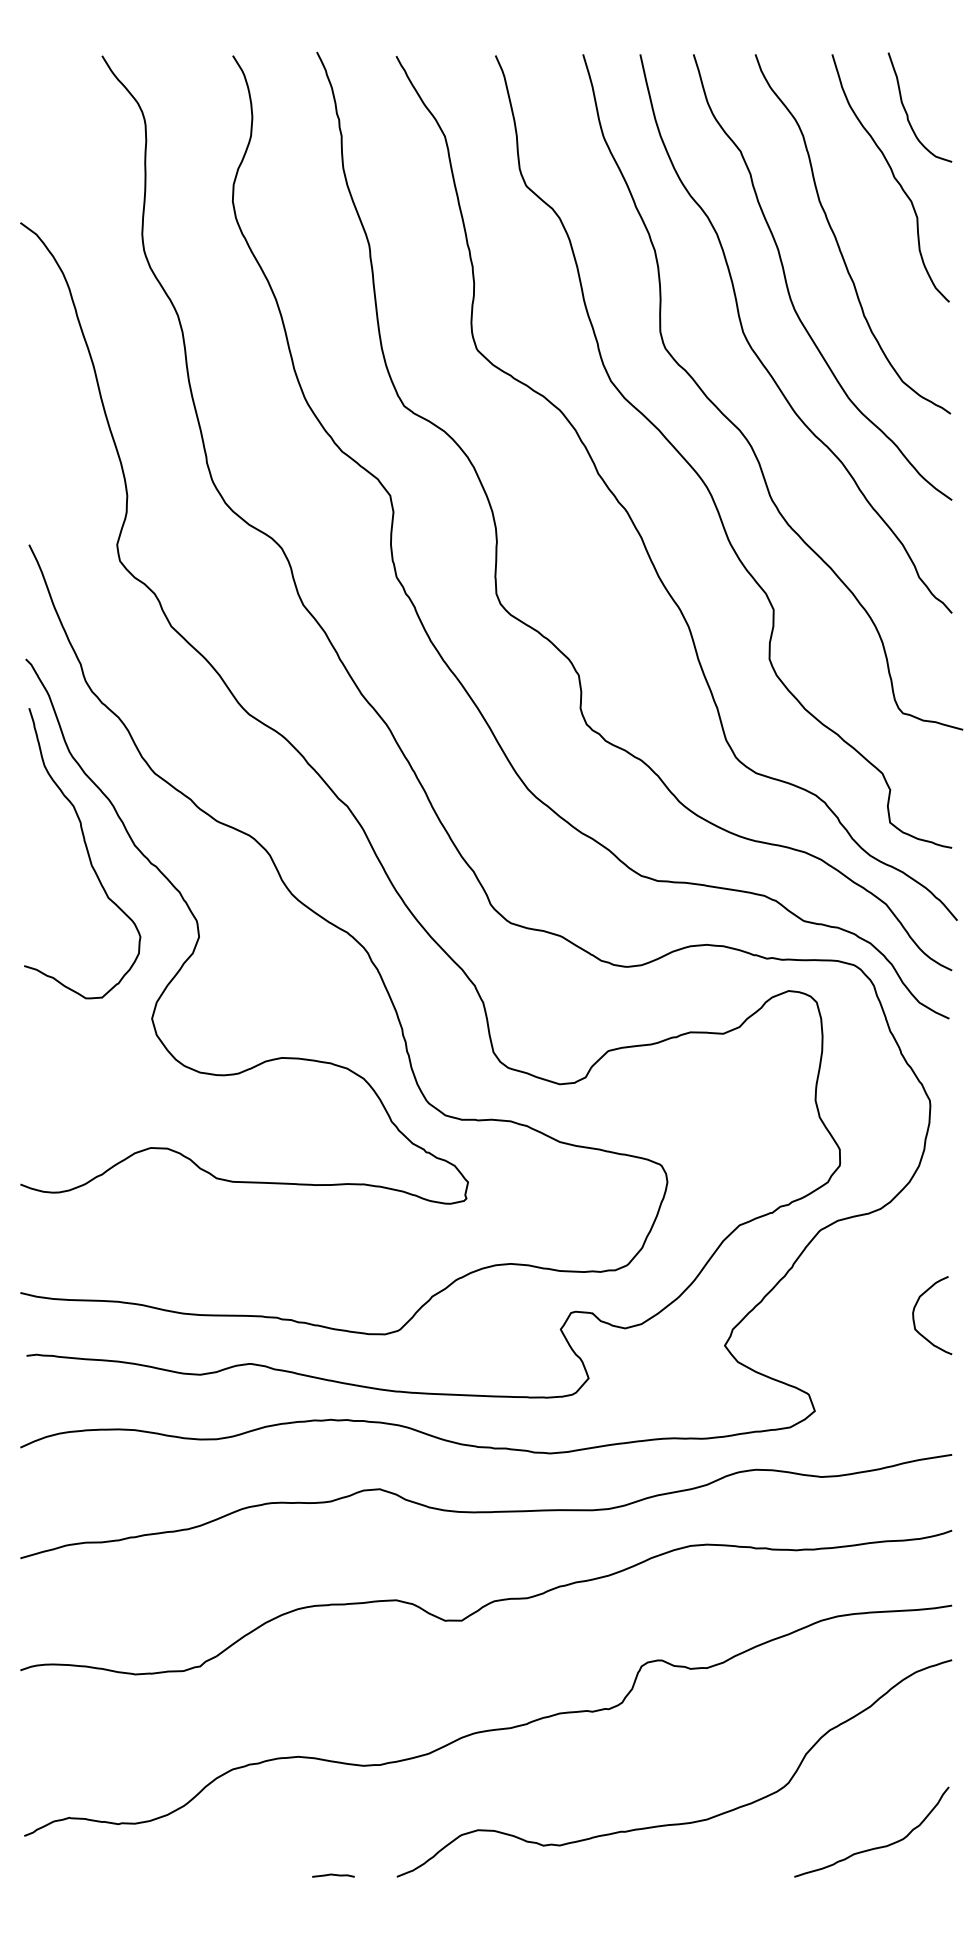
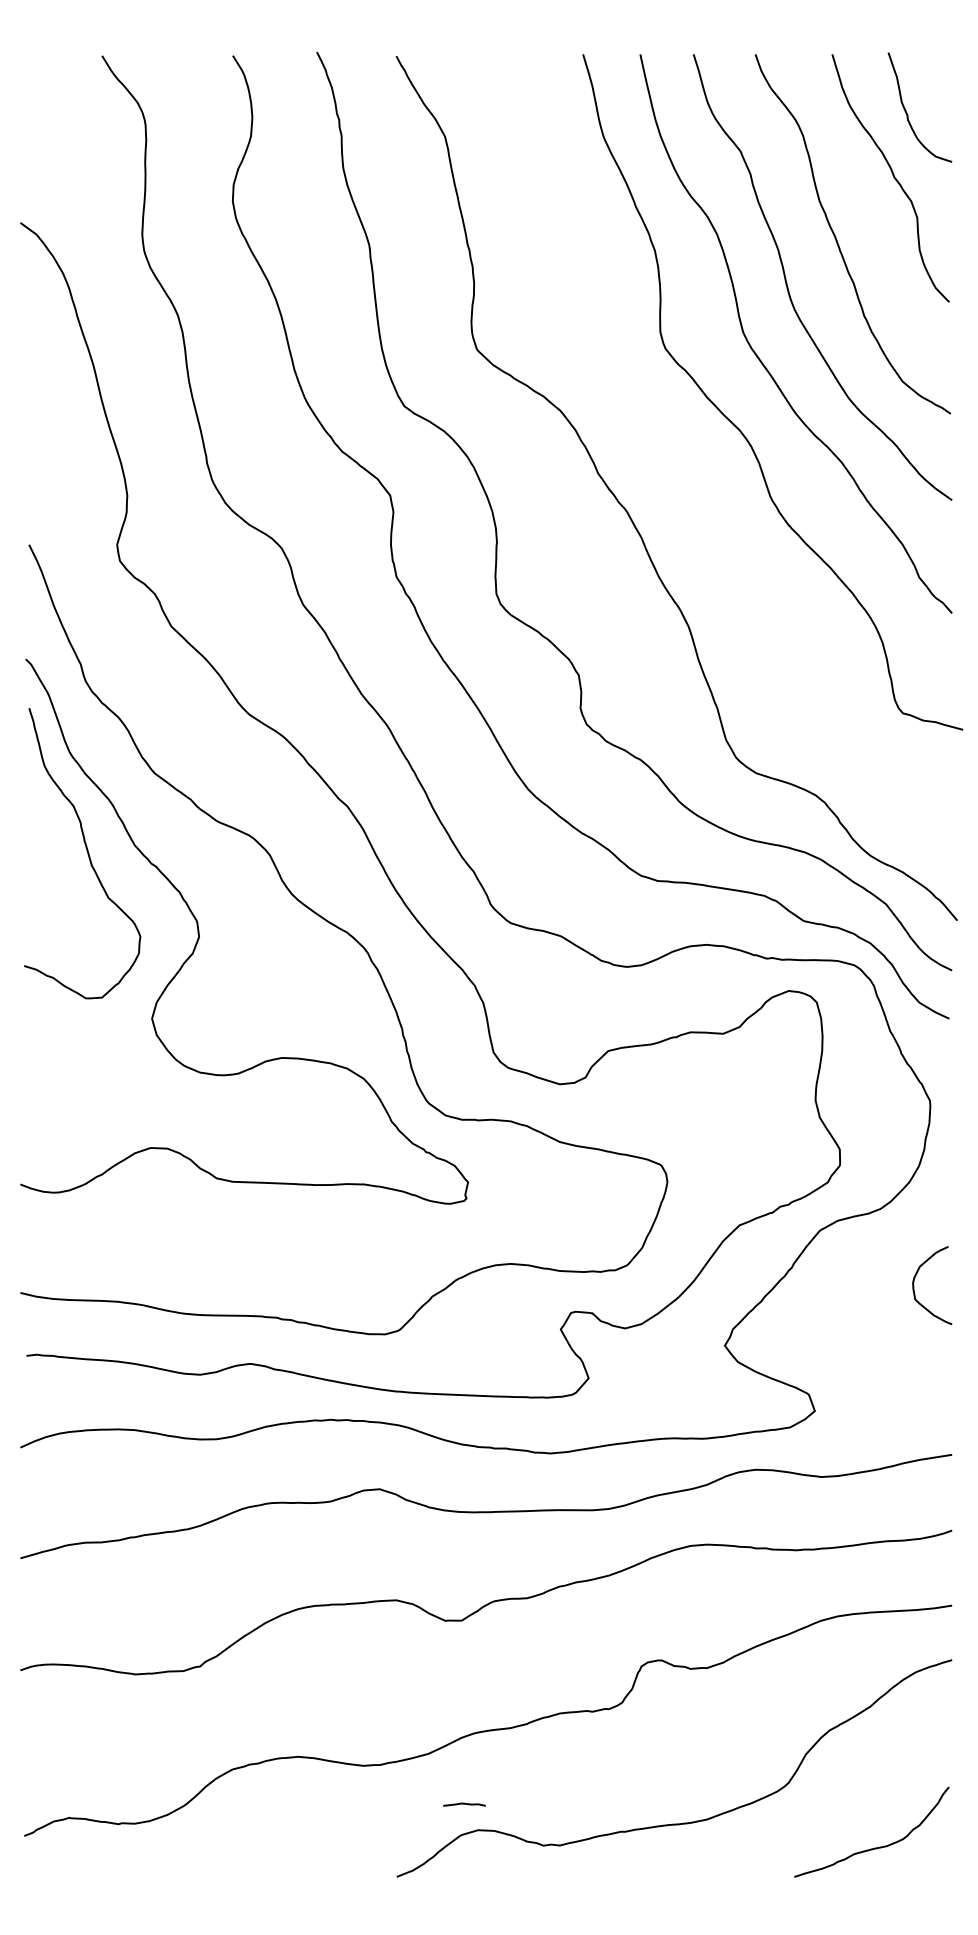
curve at (699, 474): present -> none
curve at (914, 1315) position: (914, 1315) -> (914, 1285)
curve at (333, 1875) position: (333, 1875) -> (464, 1804)
